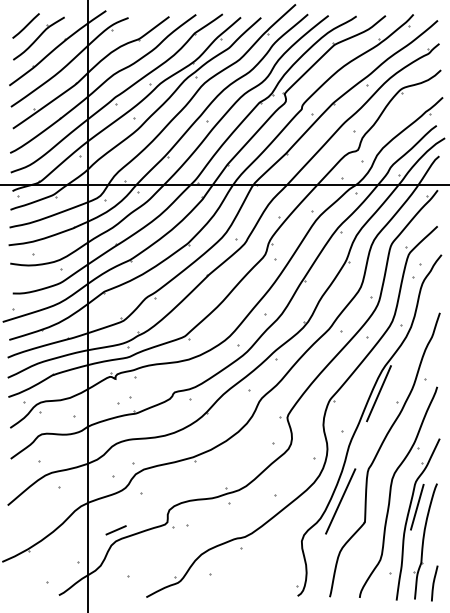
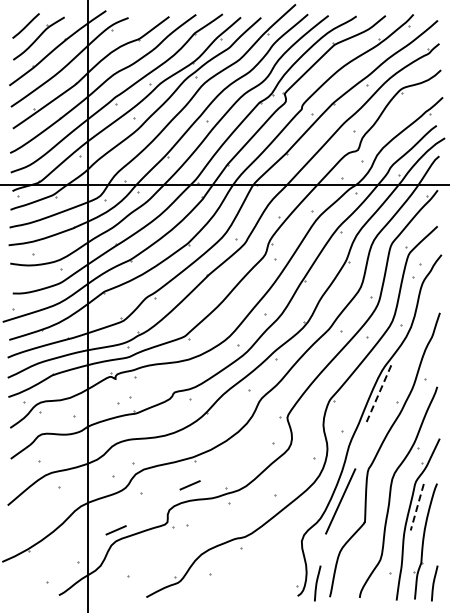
line at (378, 393): solid -> dashed
line at (189, 485): none -> present
line at (417, 507): solid -> dashed
curve at (317, 583): none -> present
